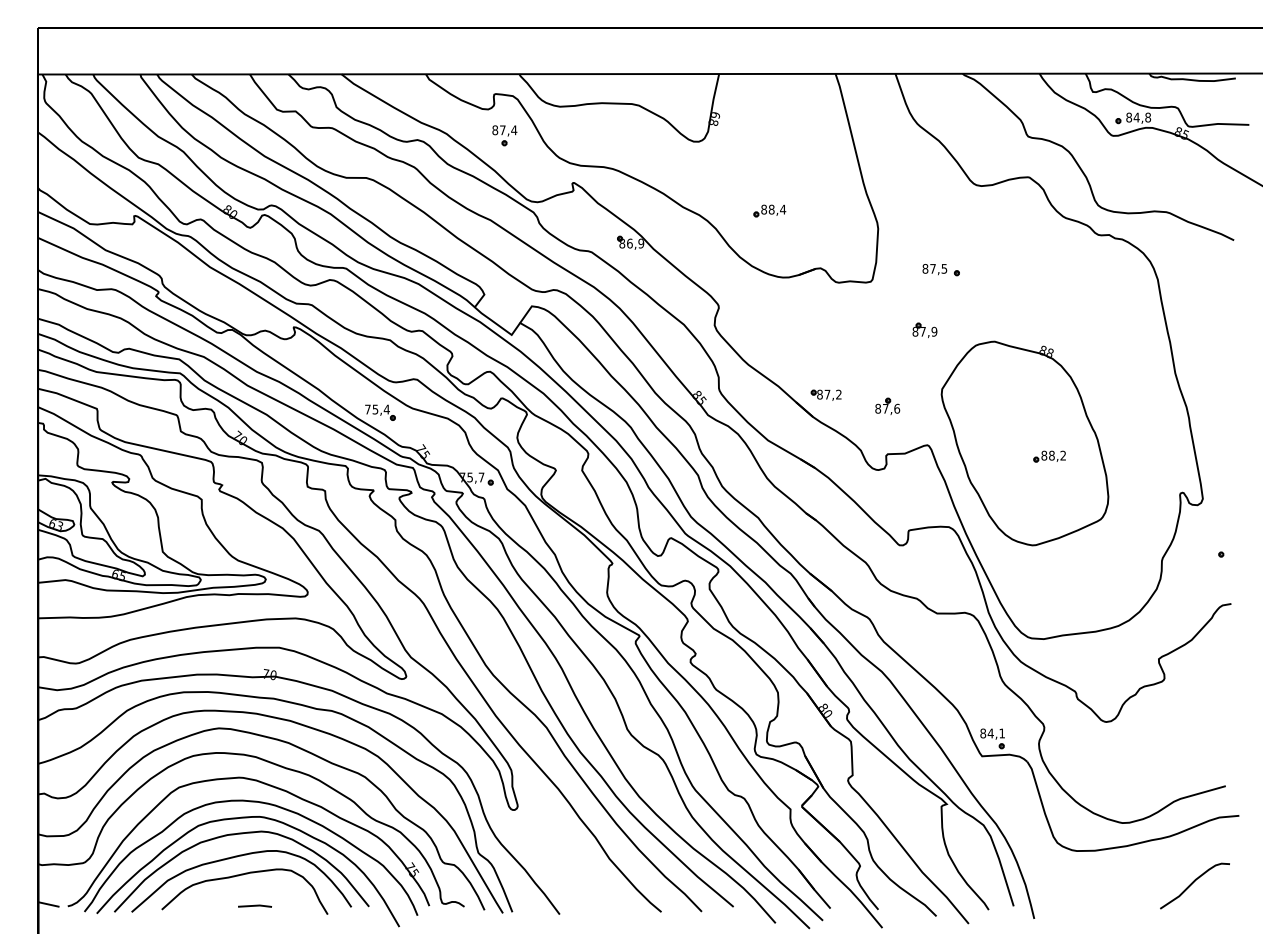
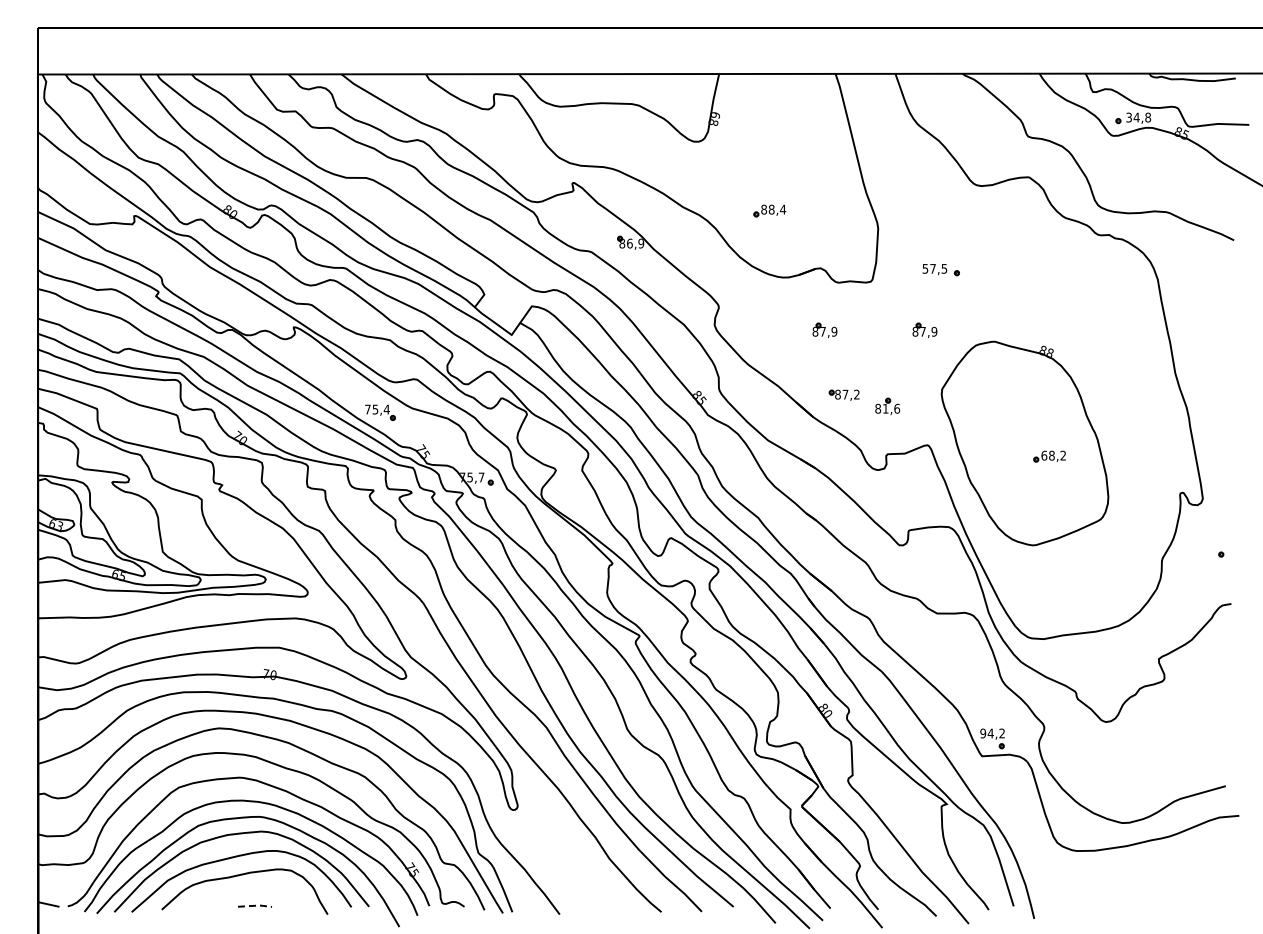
text at (1129, 117): 84,8 -> 34,8
part at (504, 135): present -> none
text at (925, 268): 87,5 -> 57,5
part at (824, 329): none -> present
part at (825, 394) position: (825, 394) -> (843, 394)
text at (885, 408): 87,6 -> 81,6
text at (1044, 455): 88,2 -> 68,2
text at (992, 733): 84,1 -> 94,2
curve at (1193, 883): present -> none
line at (255, 905): solid -> dashed
